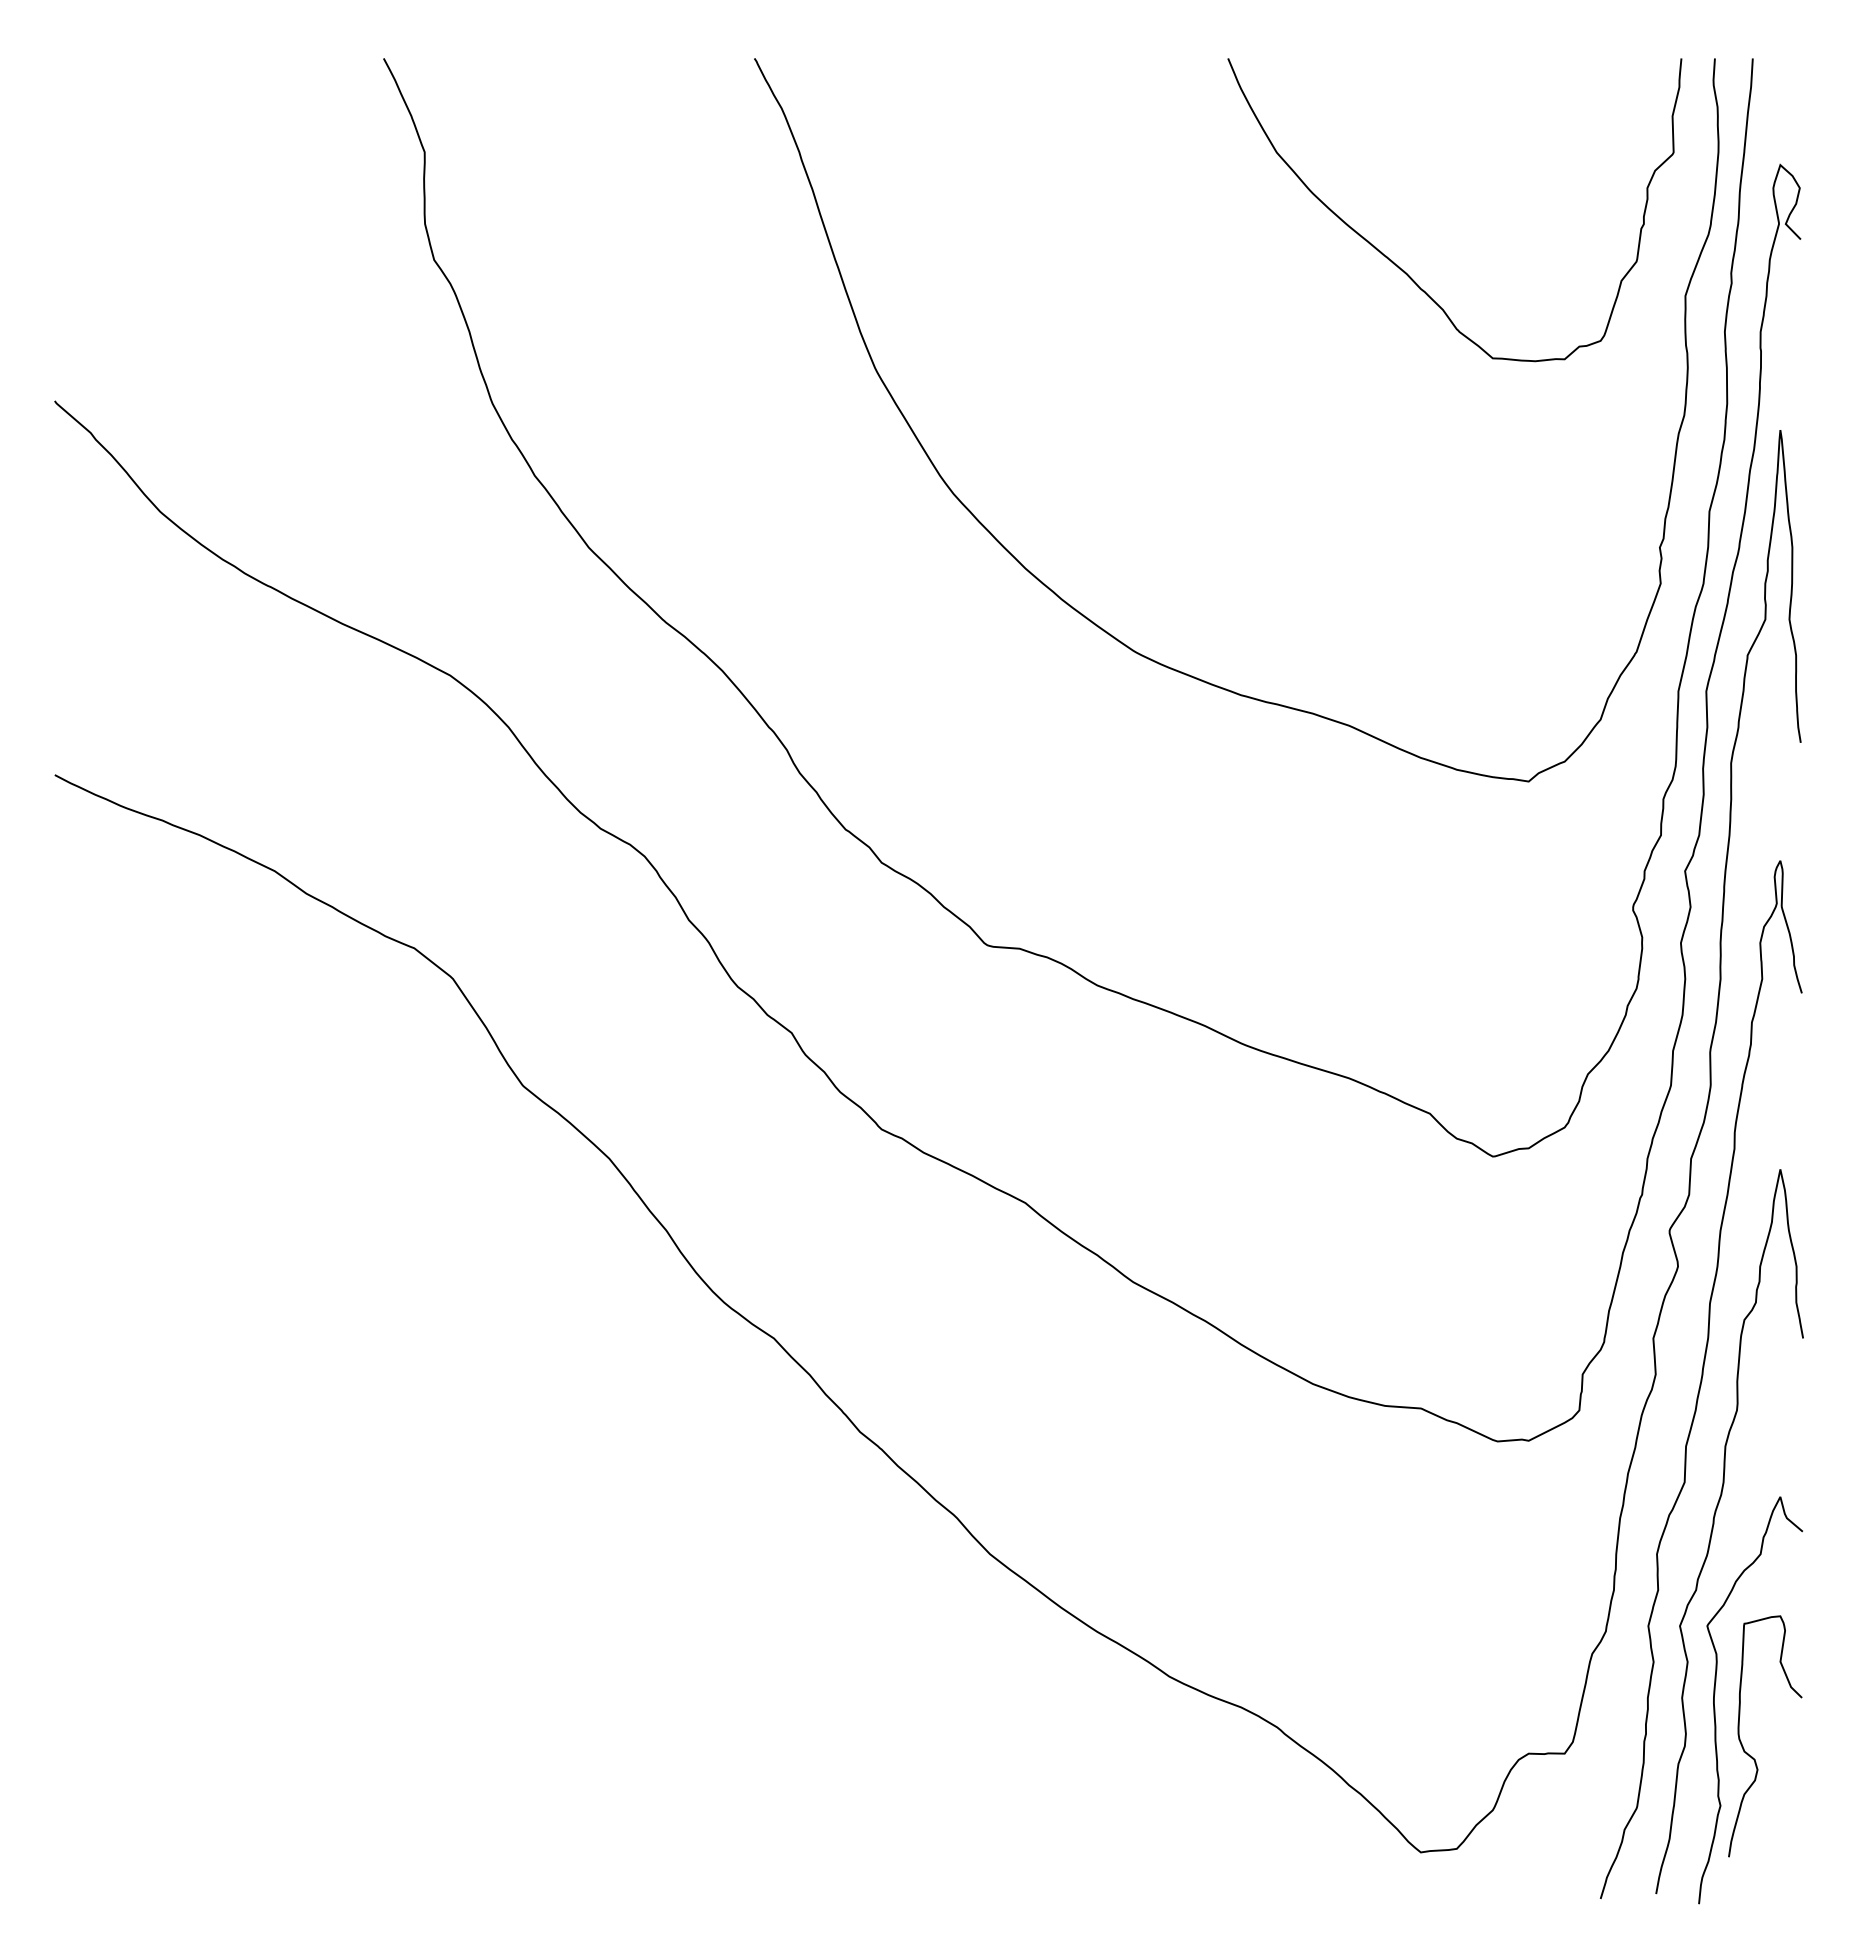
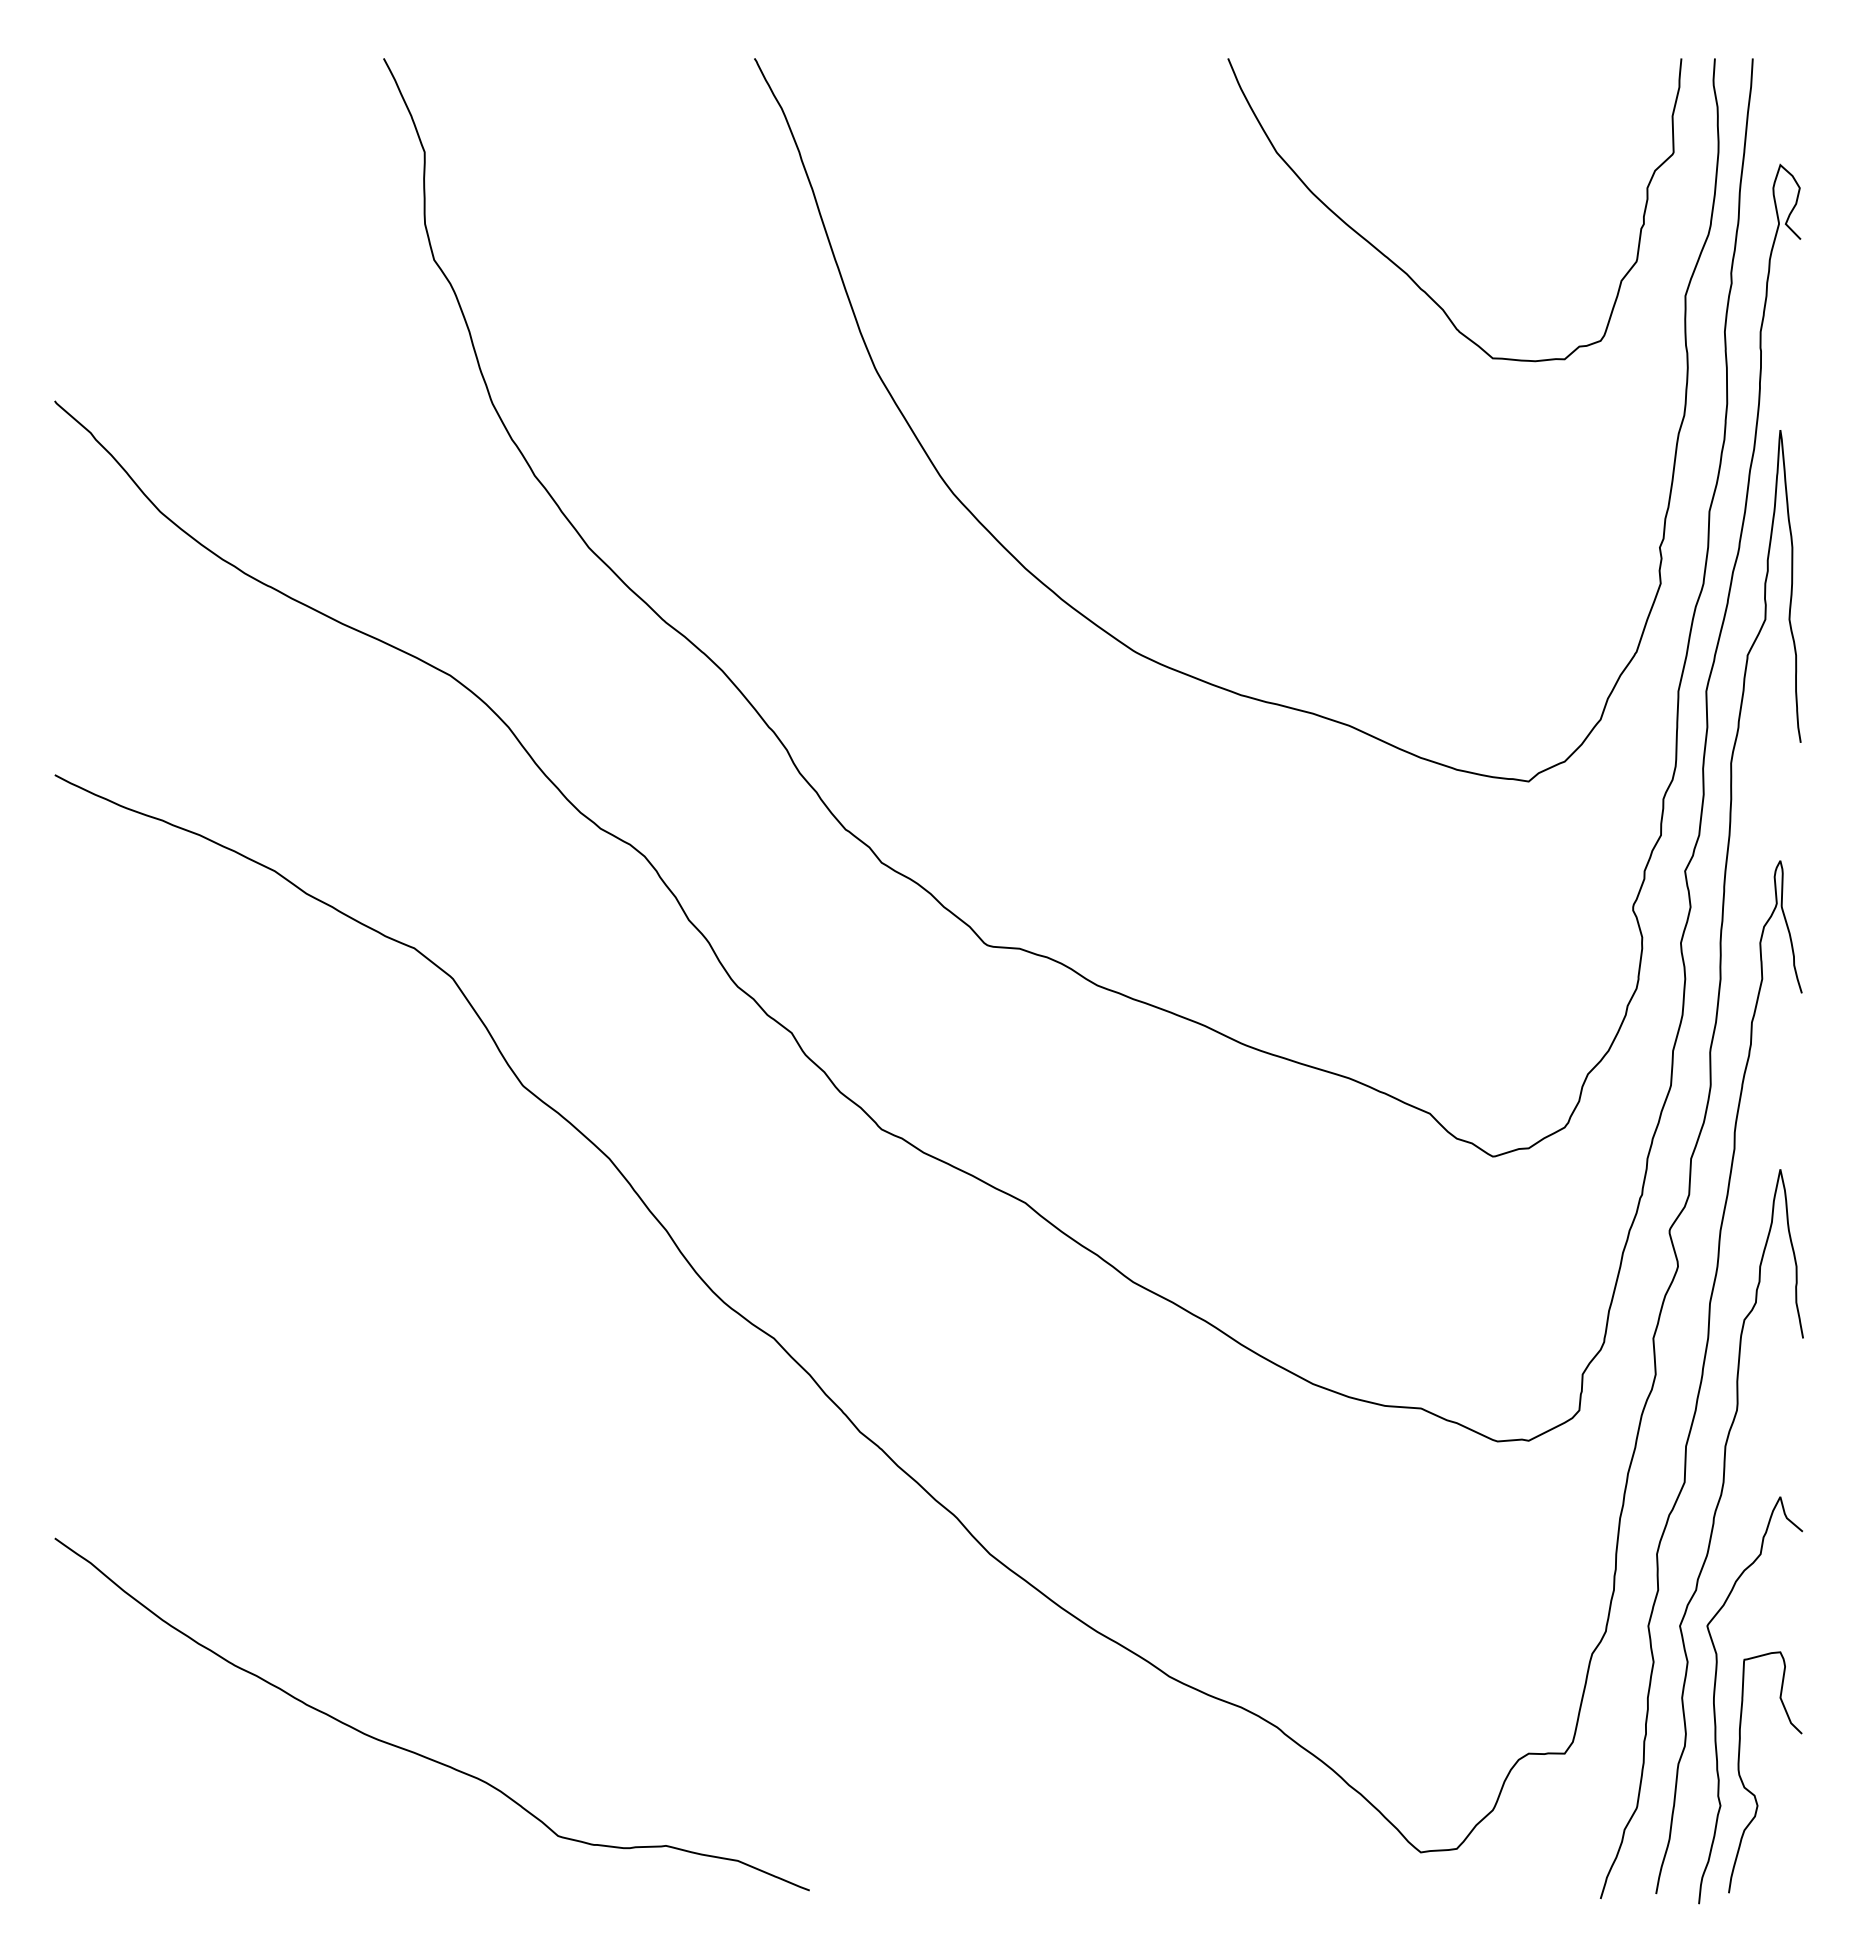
curve at (414, 1751): none -> present
curve at (1752, 1756) position: (1752, 1756) -> (1752, 1792)
